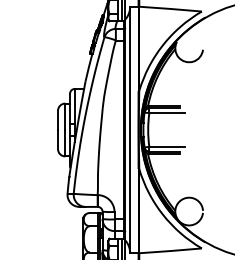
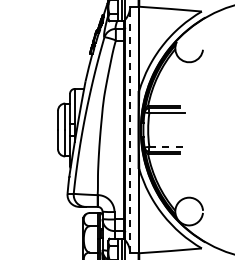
line at (130, 129): solid -> dashed
line at (167, 146): solid -> dashed
